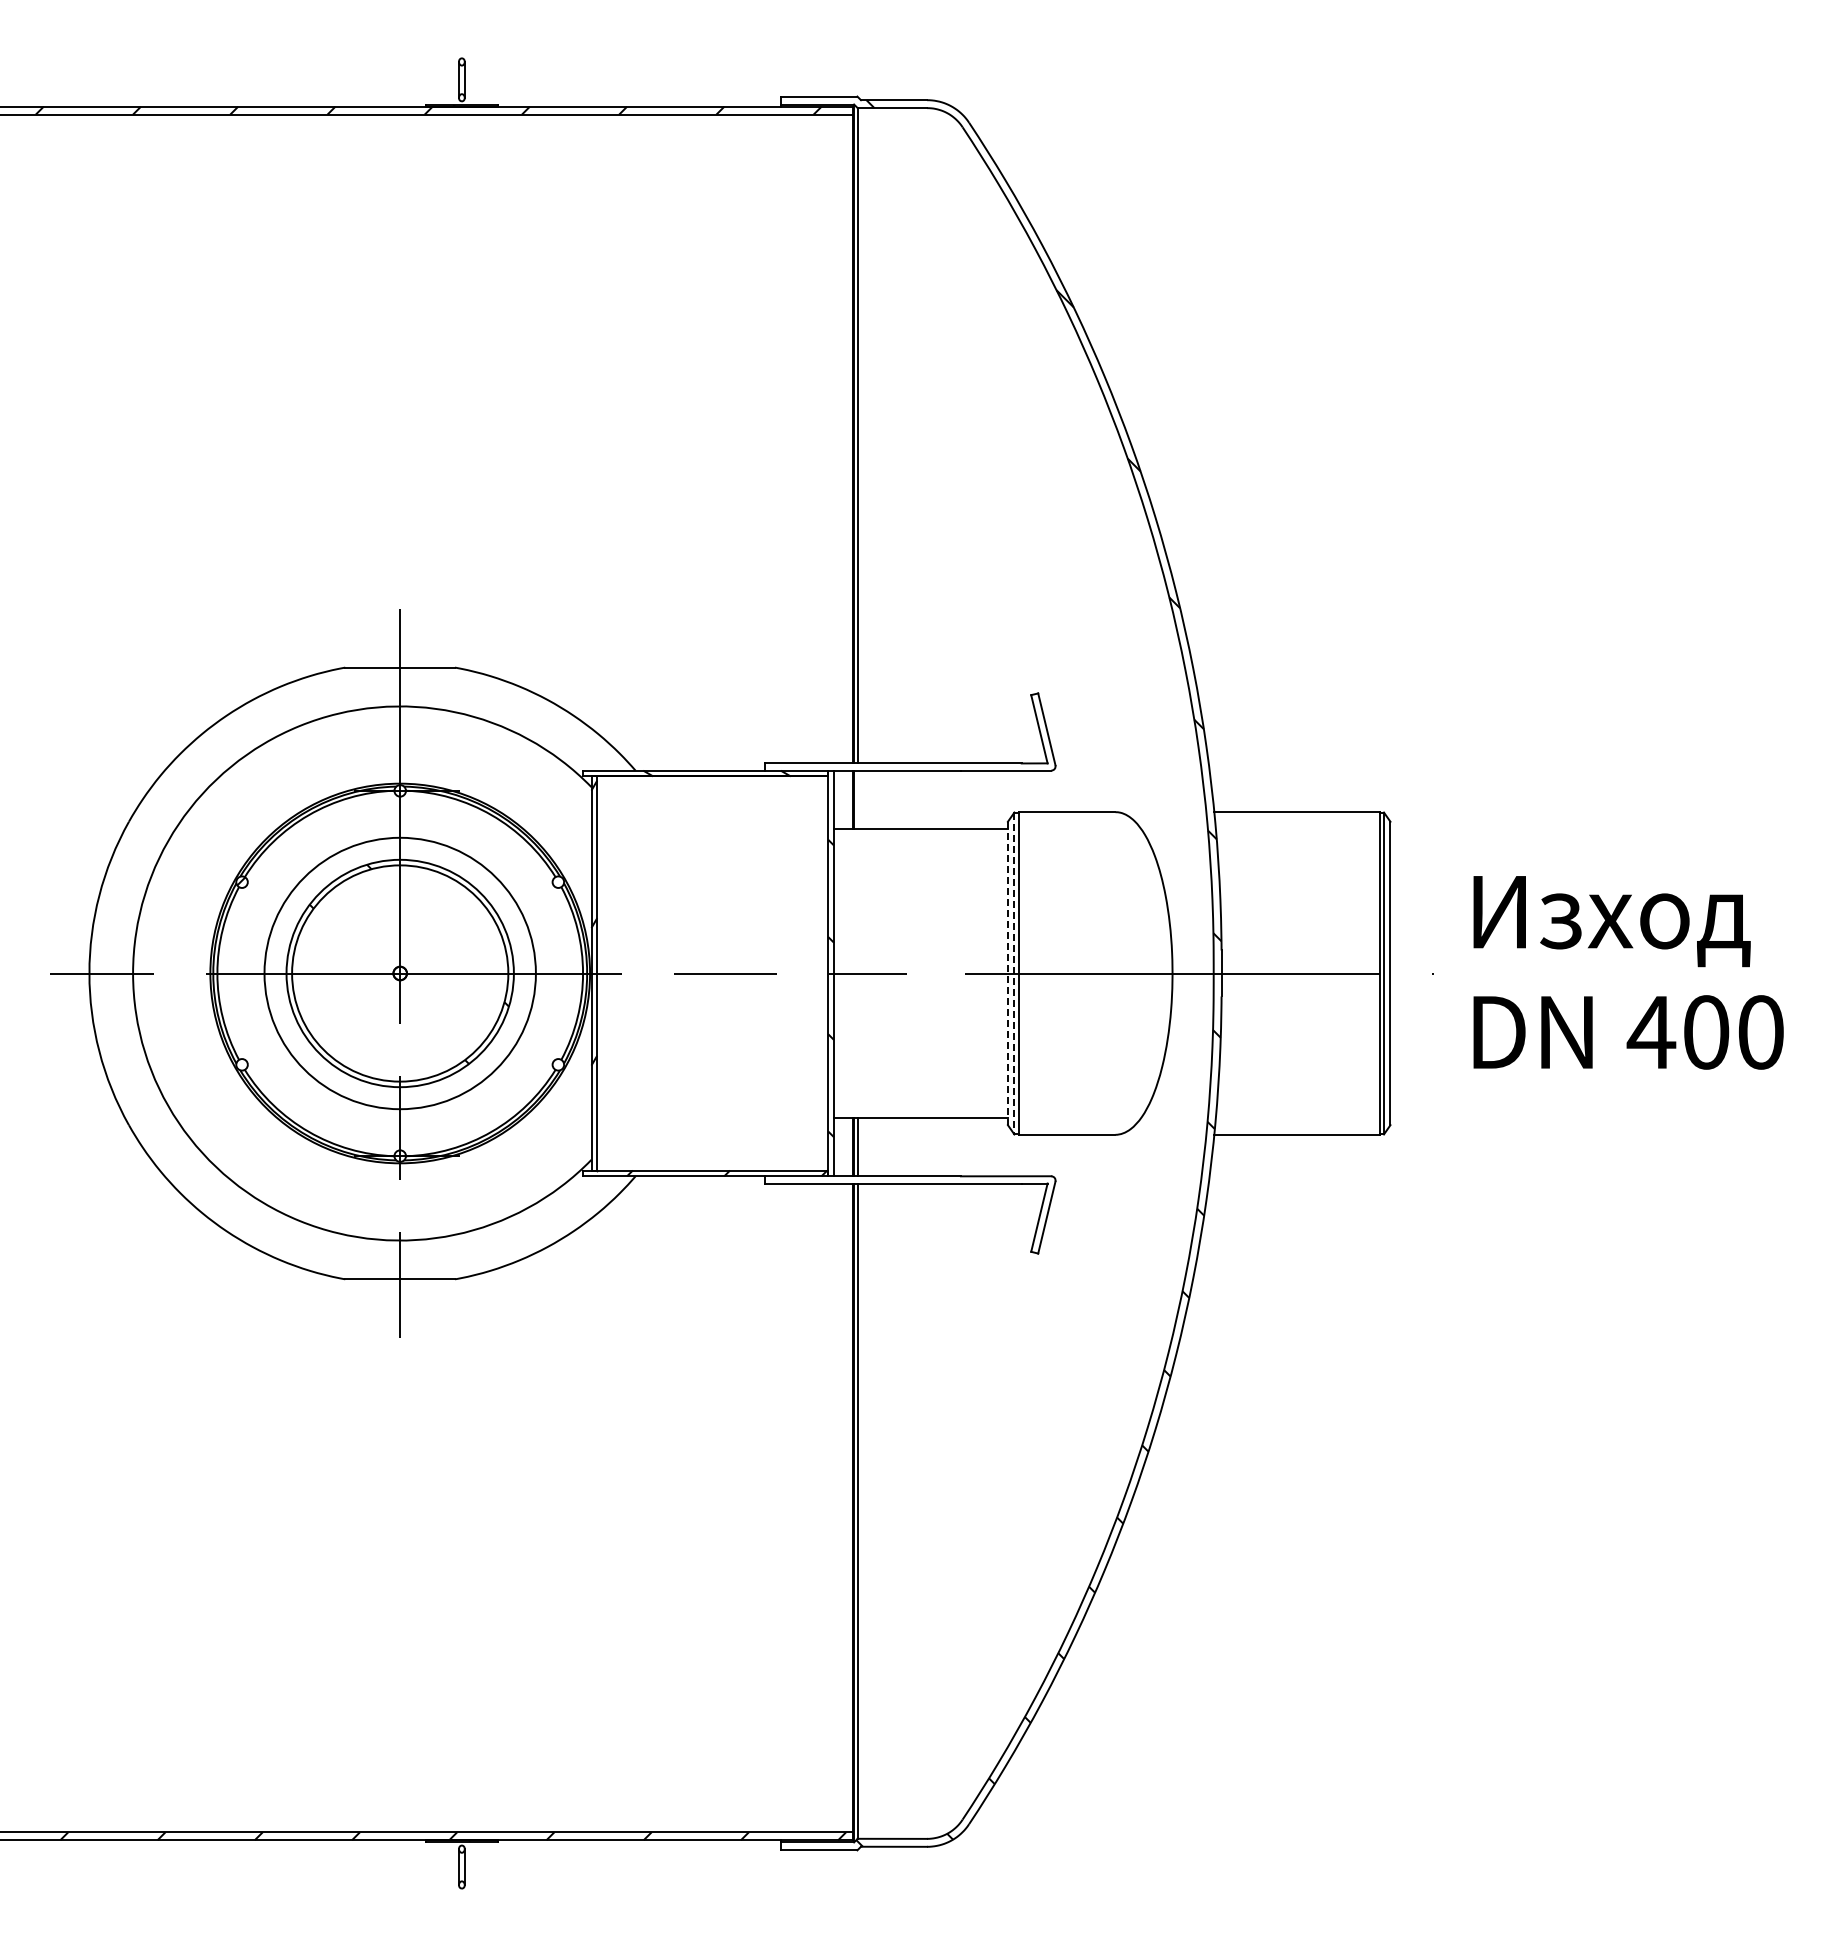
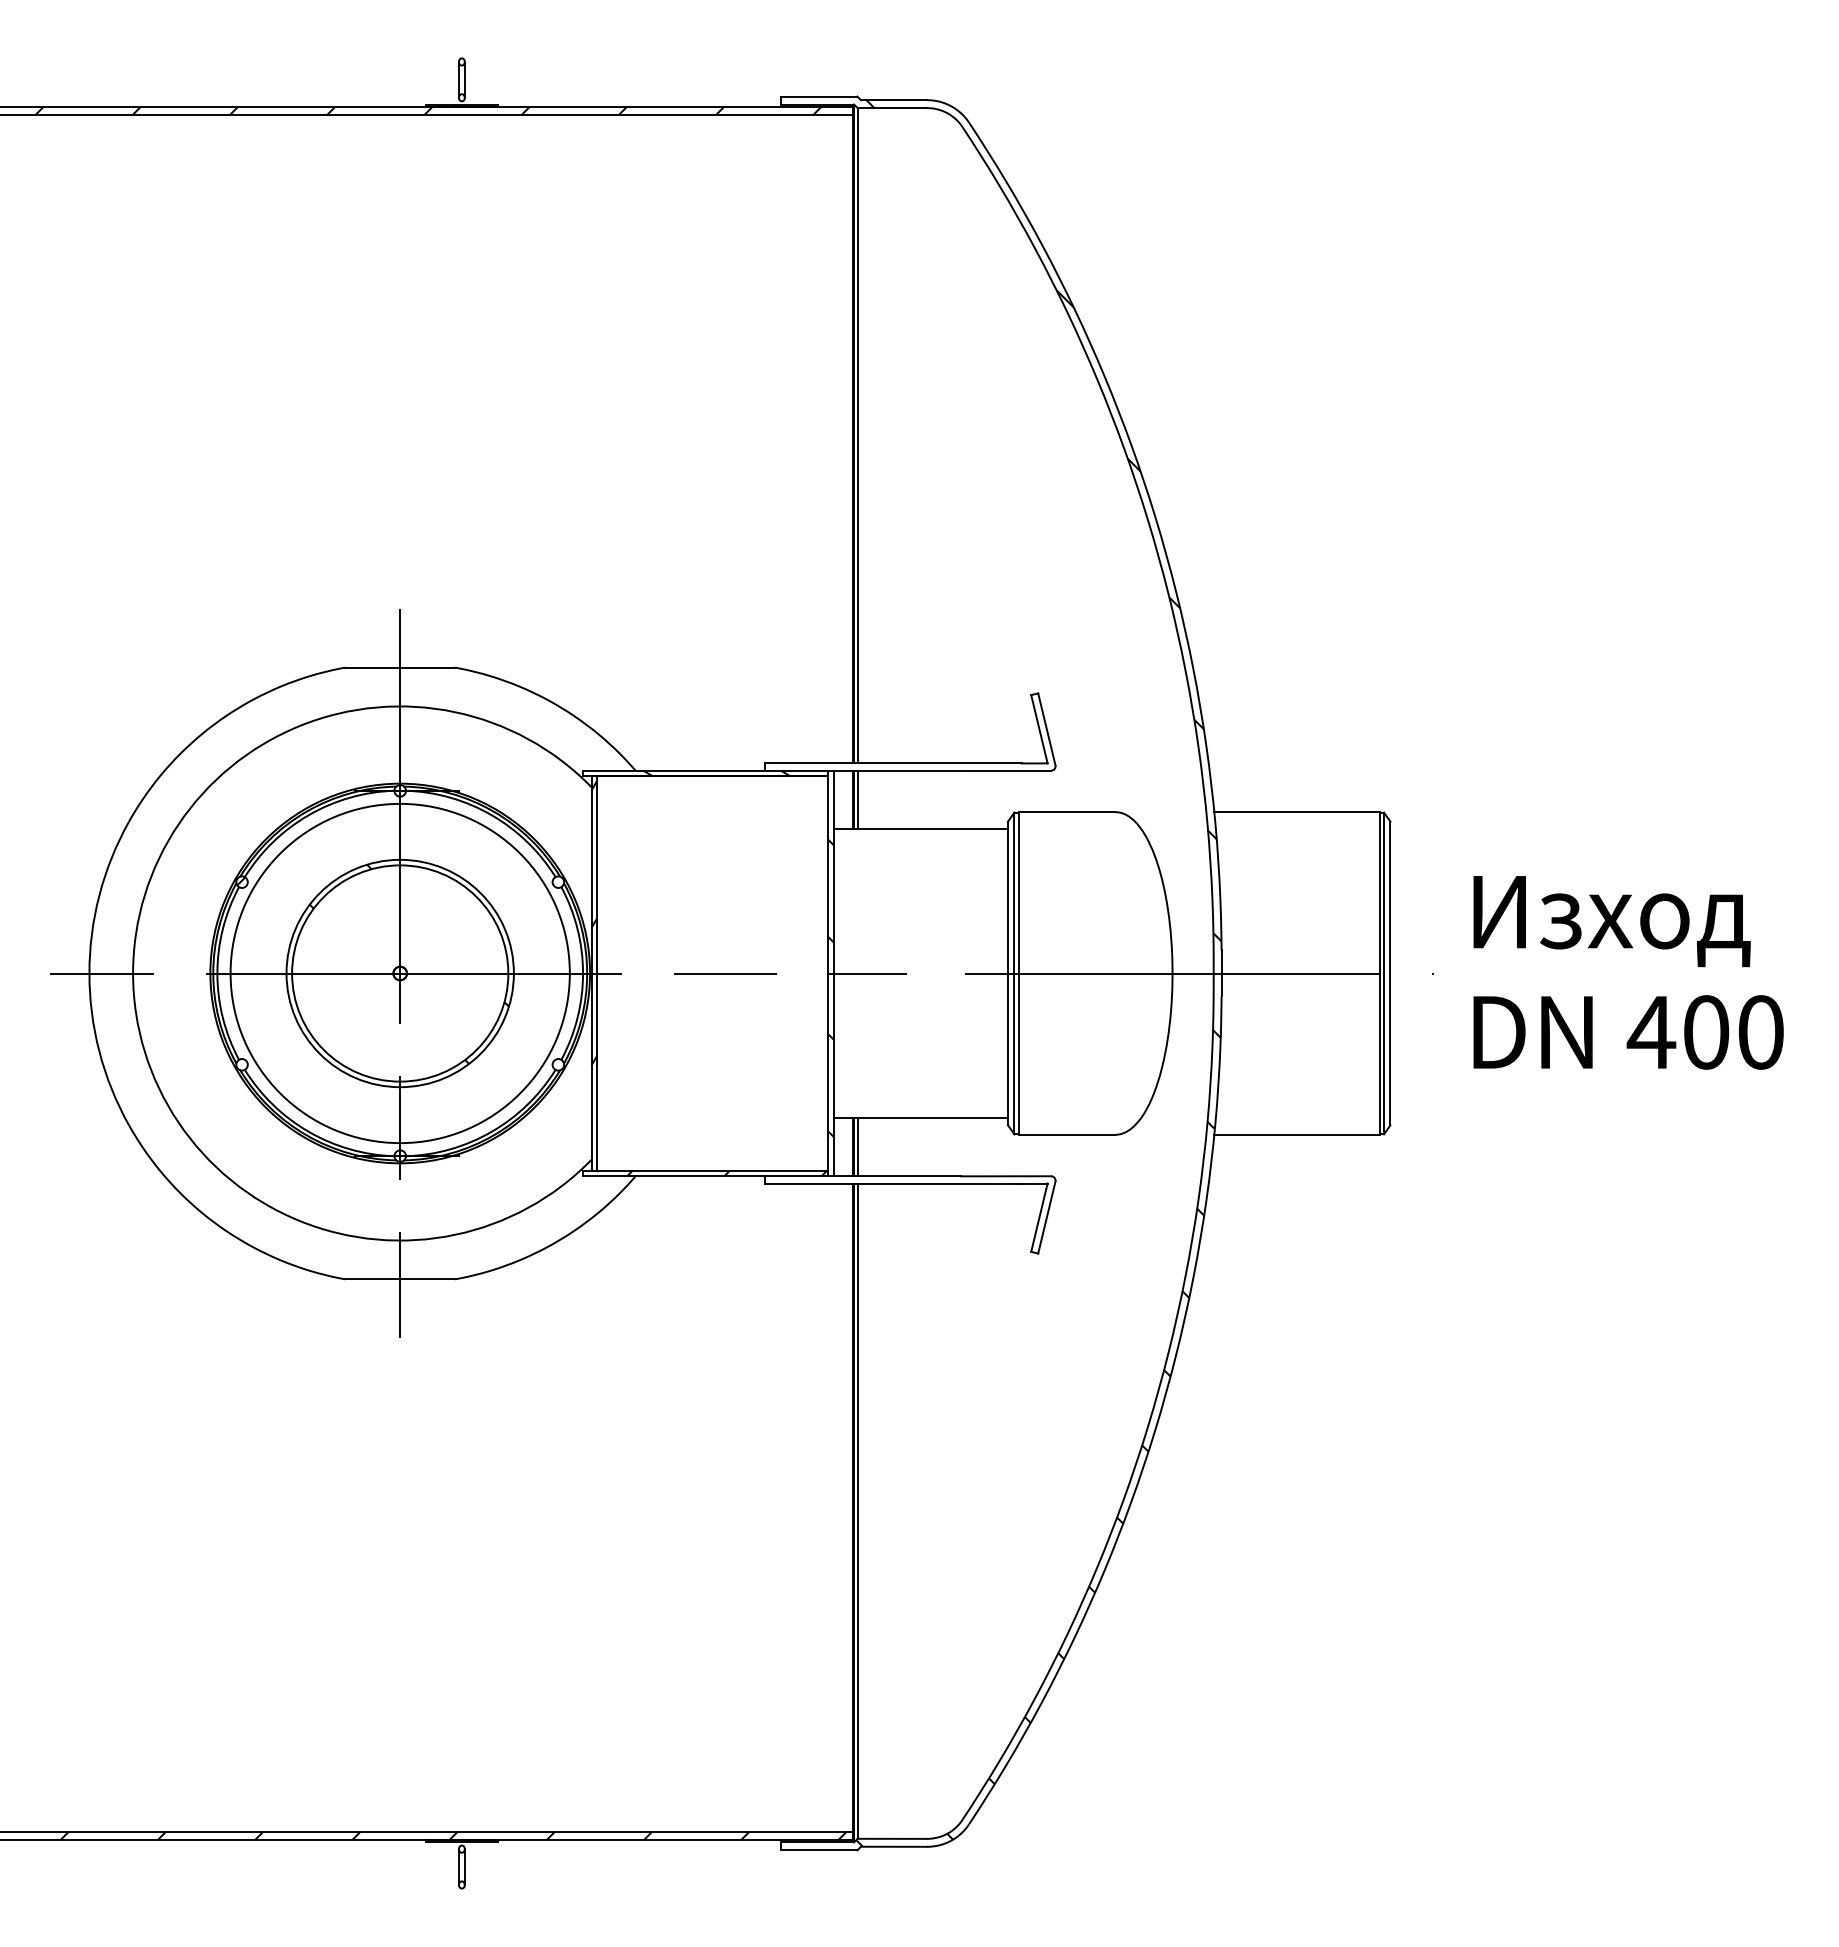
line at (857, 799): none -> present
circle at (399, 973) diameter: 271 px -> 339 px
line at (1007, 973): dashed -> solid
line at (1014, 973): dashed -> solid
